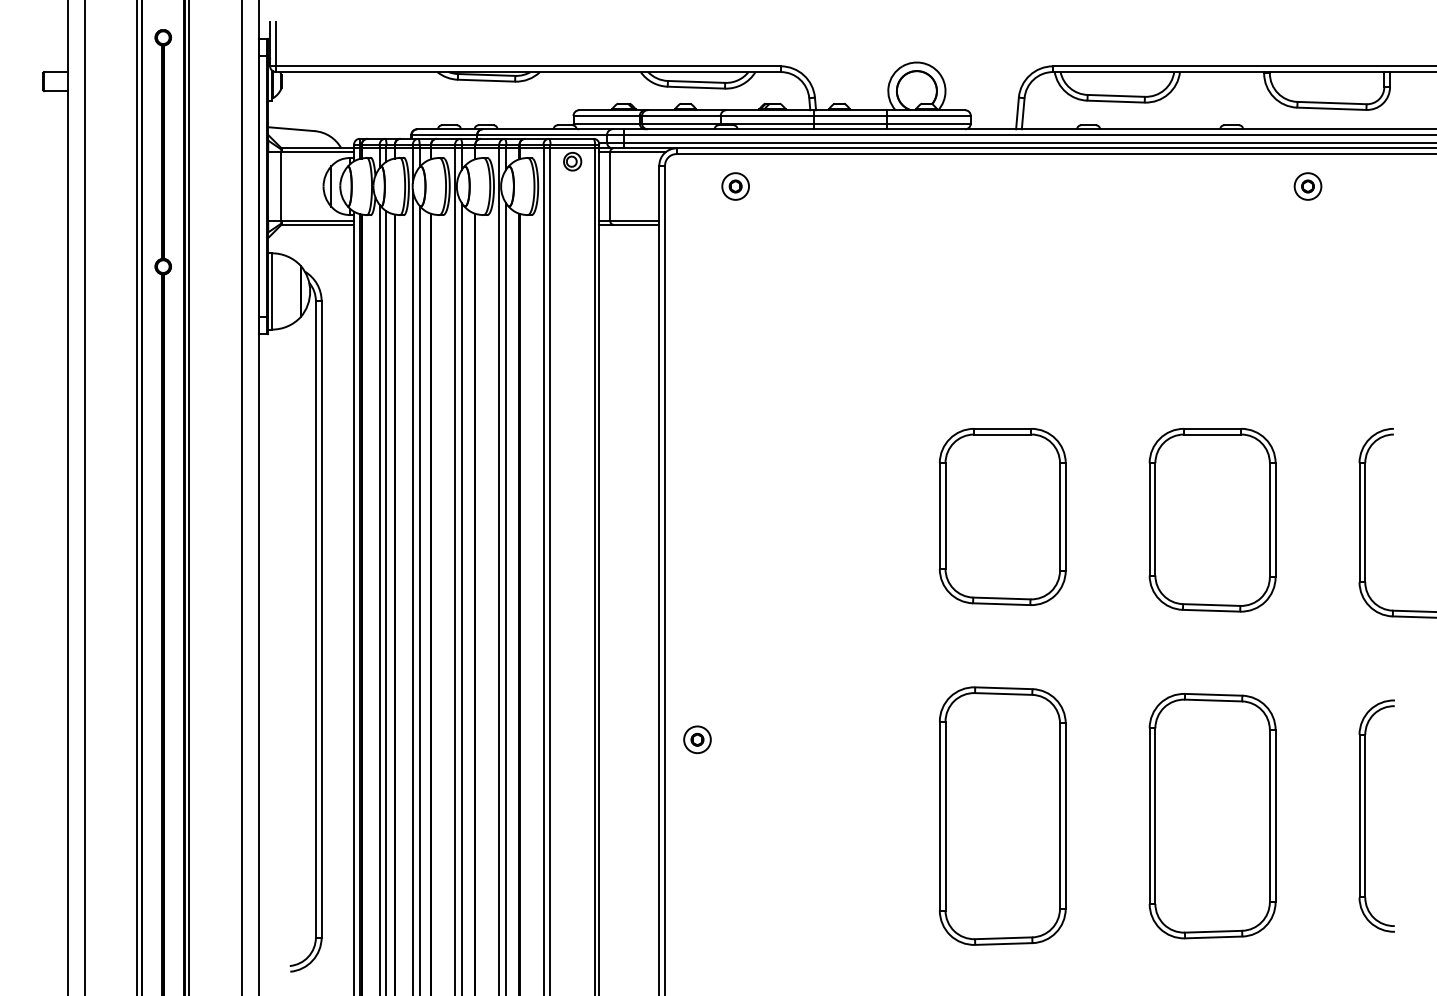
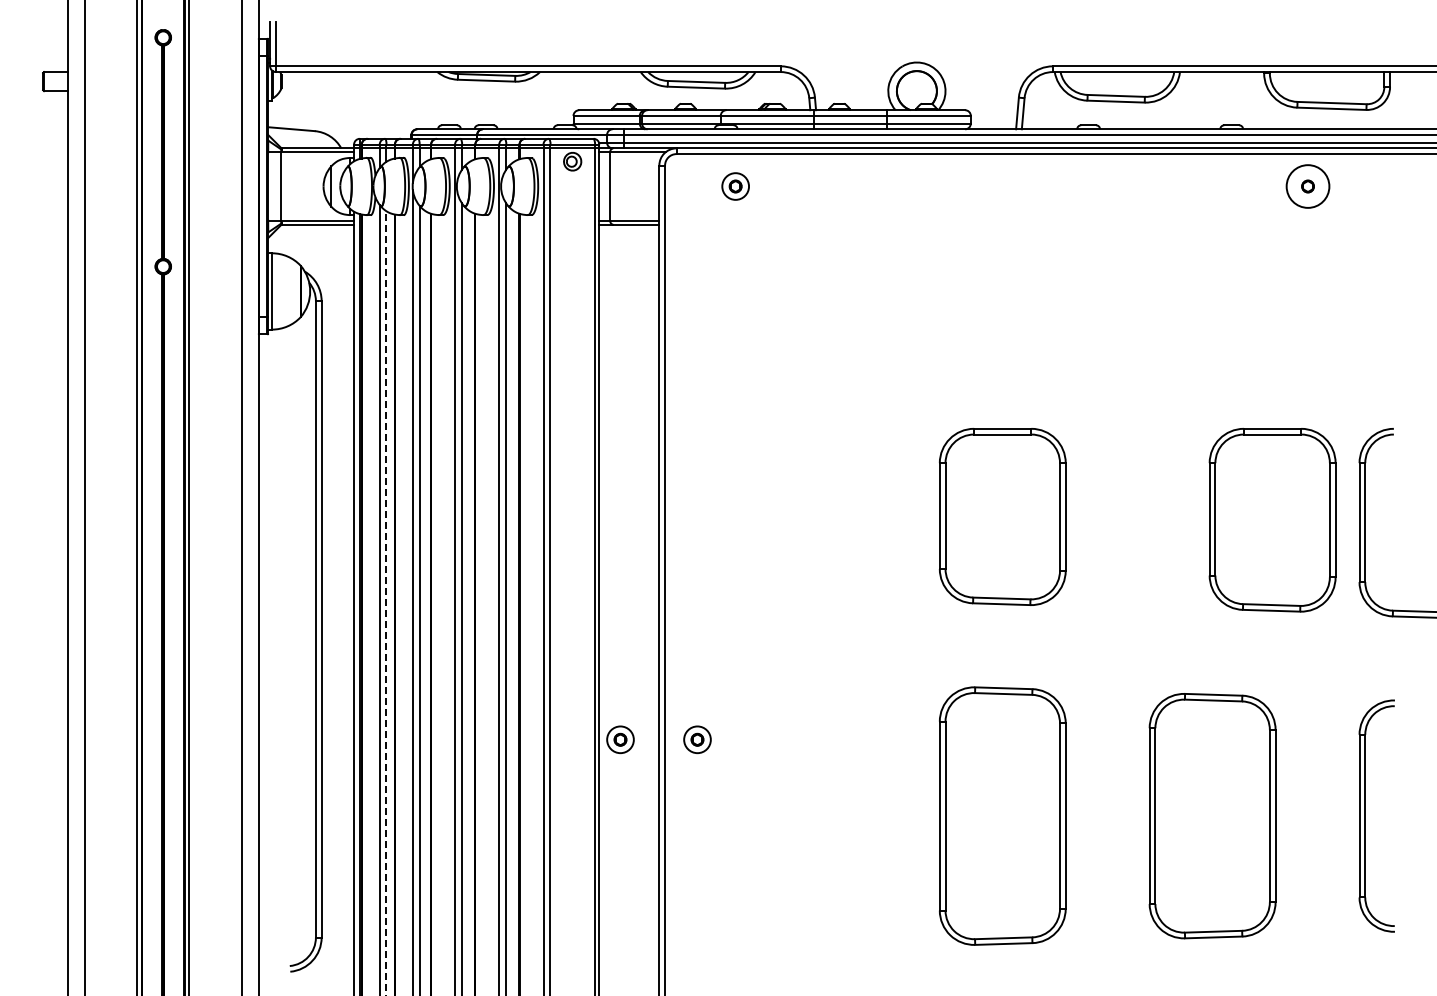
circle at (1307, 186) diameter: 27 px -> 43 px
part at (1212, 520) position: (1212, 520) -> (1272, 520)
line at (386, 602): solid -> dashed
part at (620, 739): none -> present
